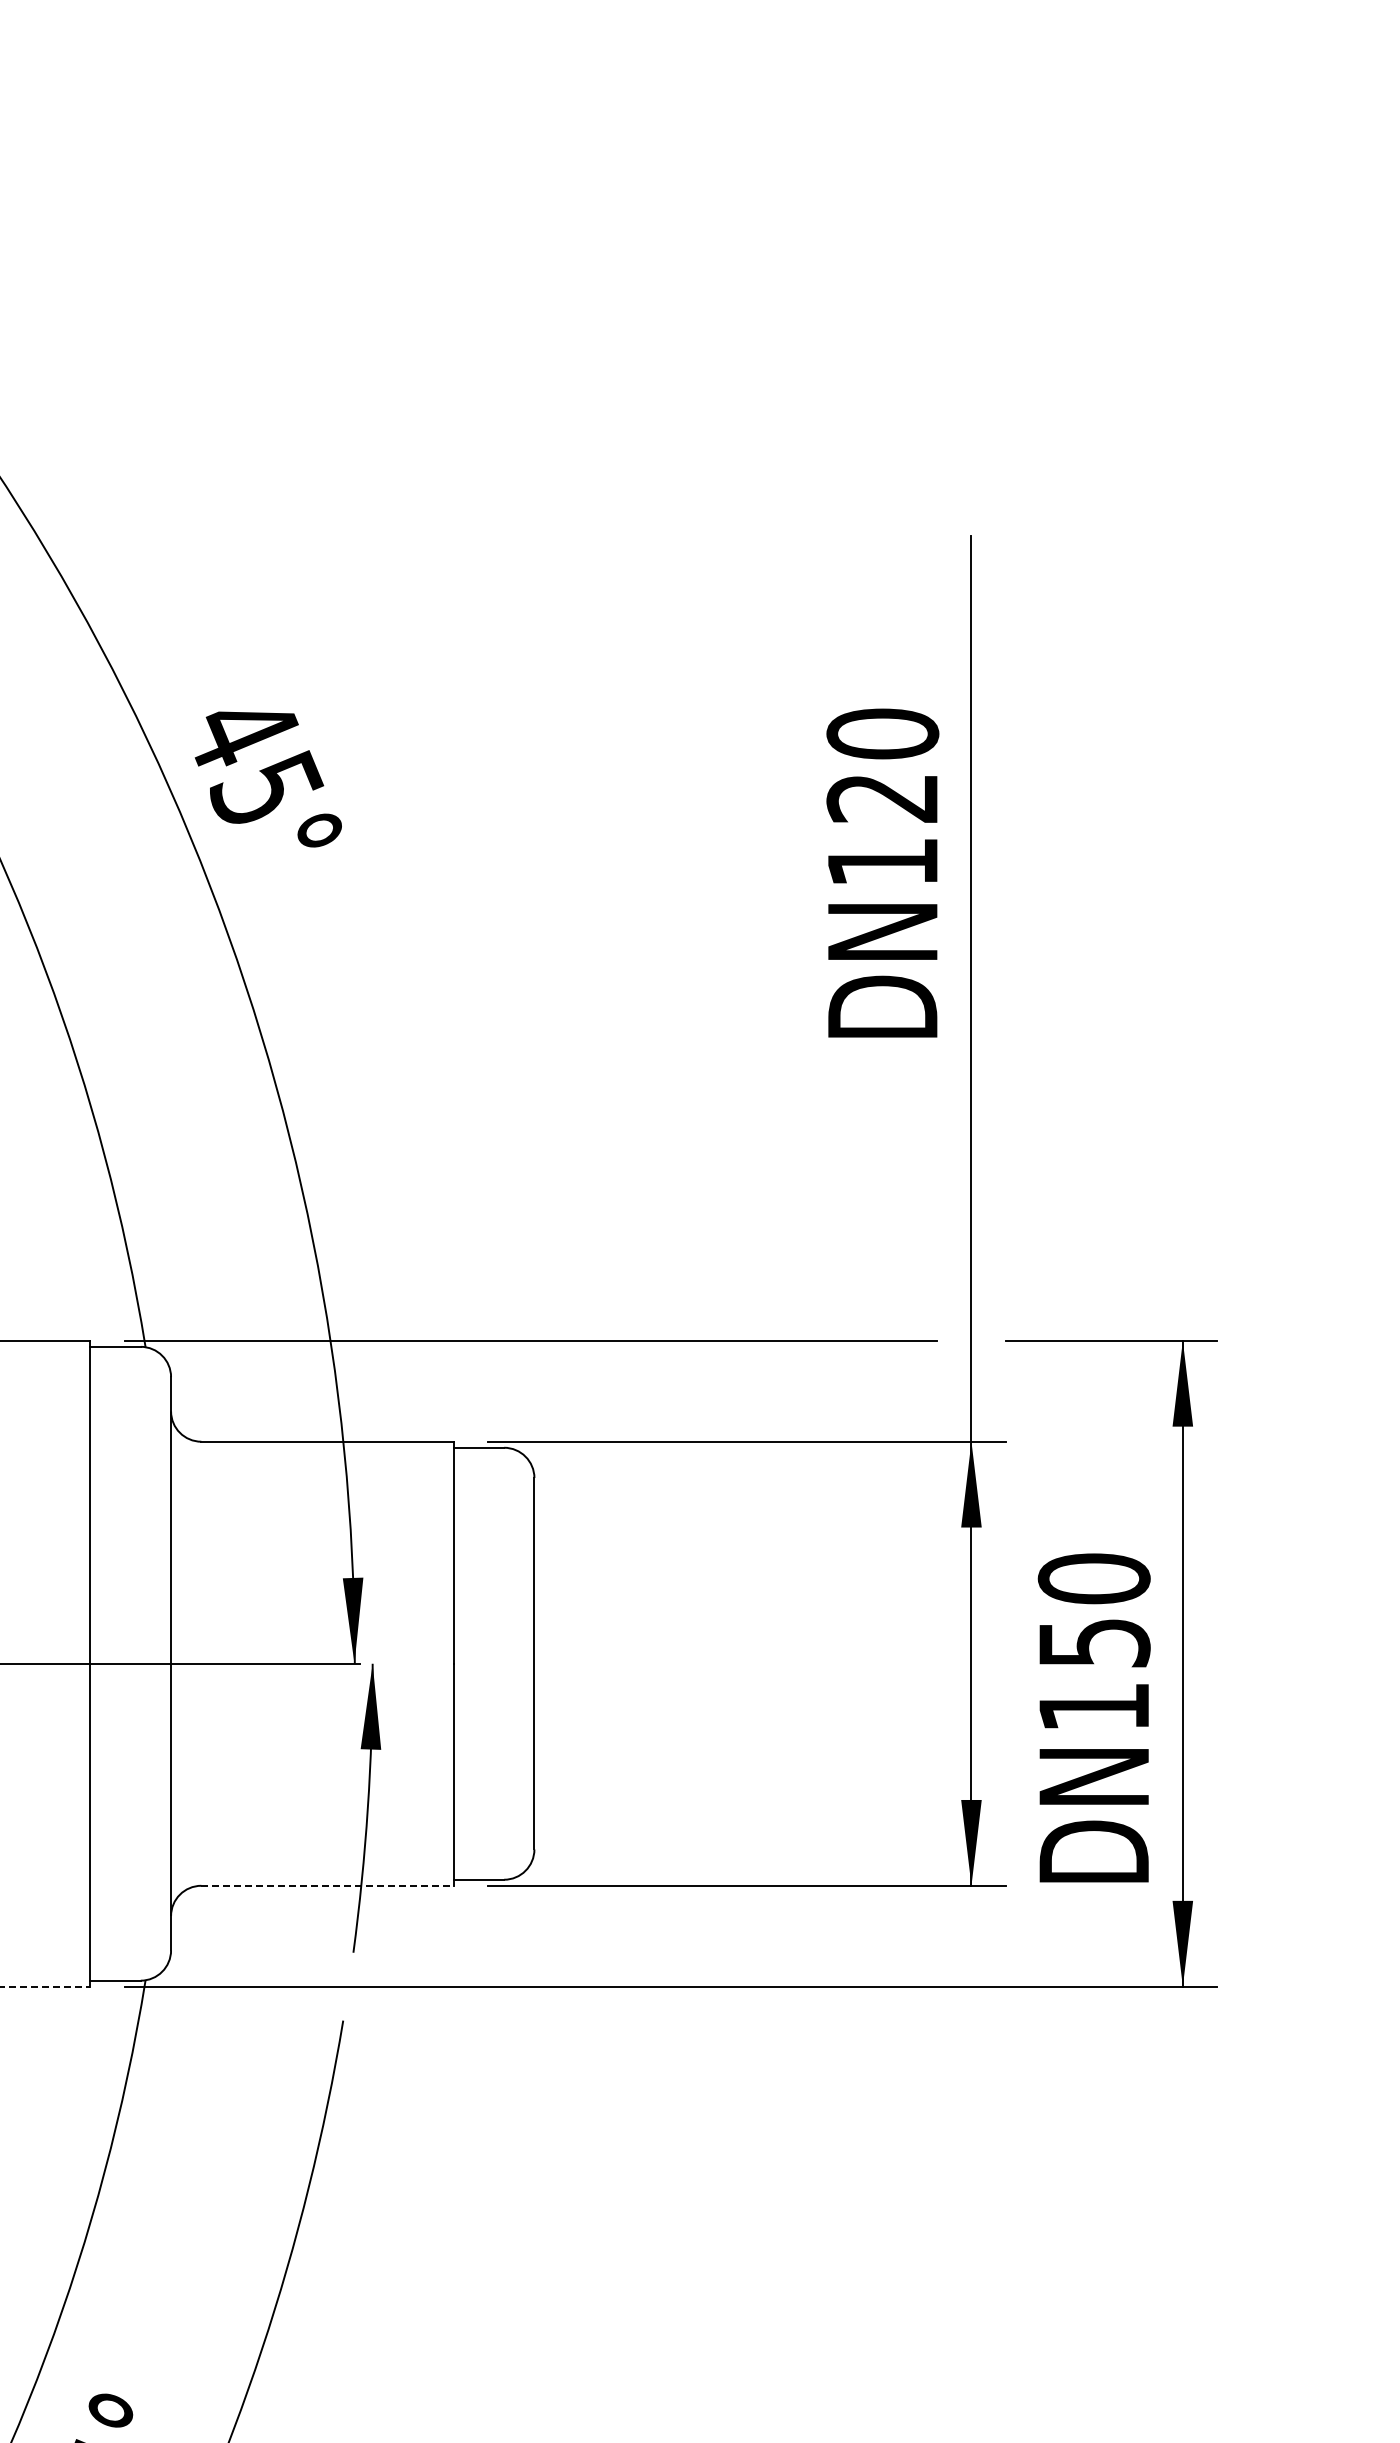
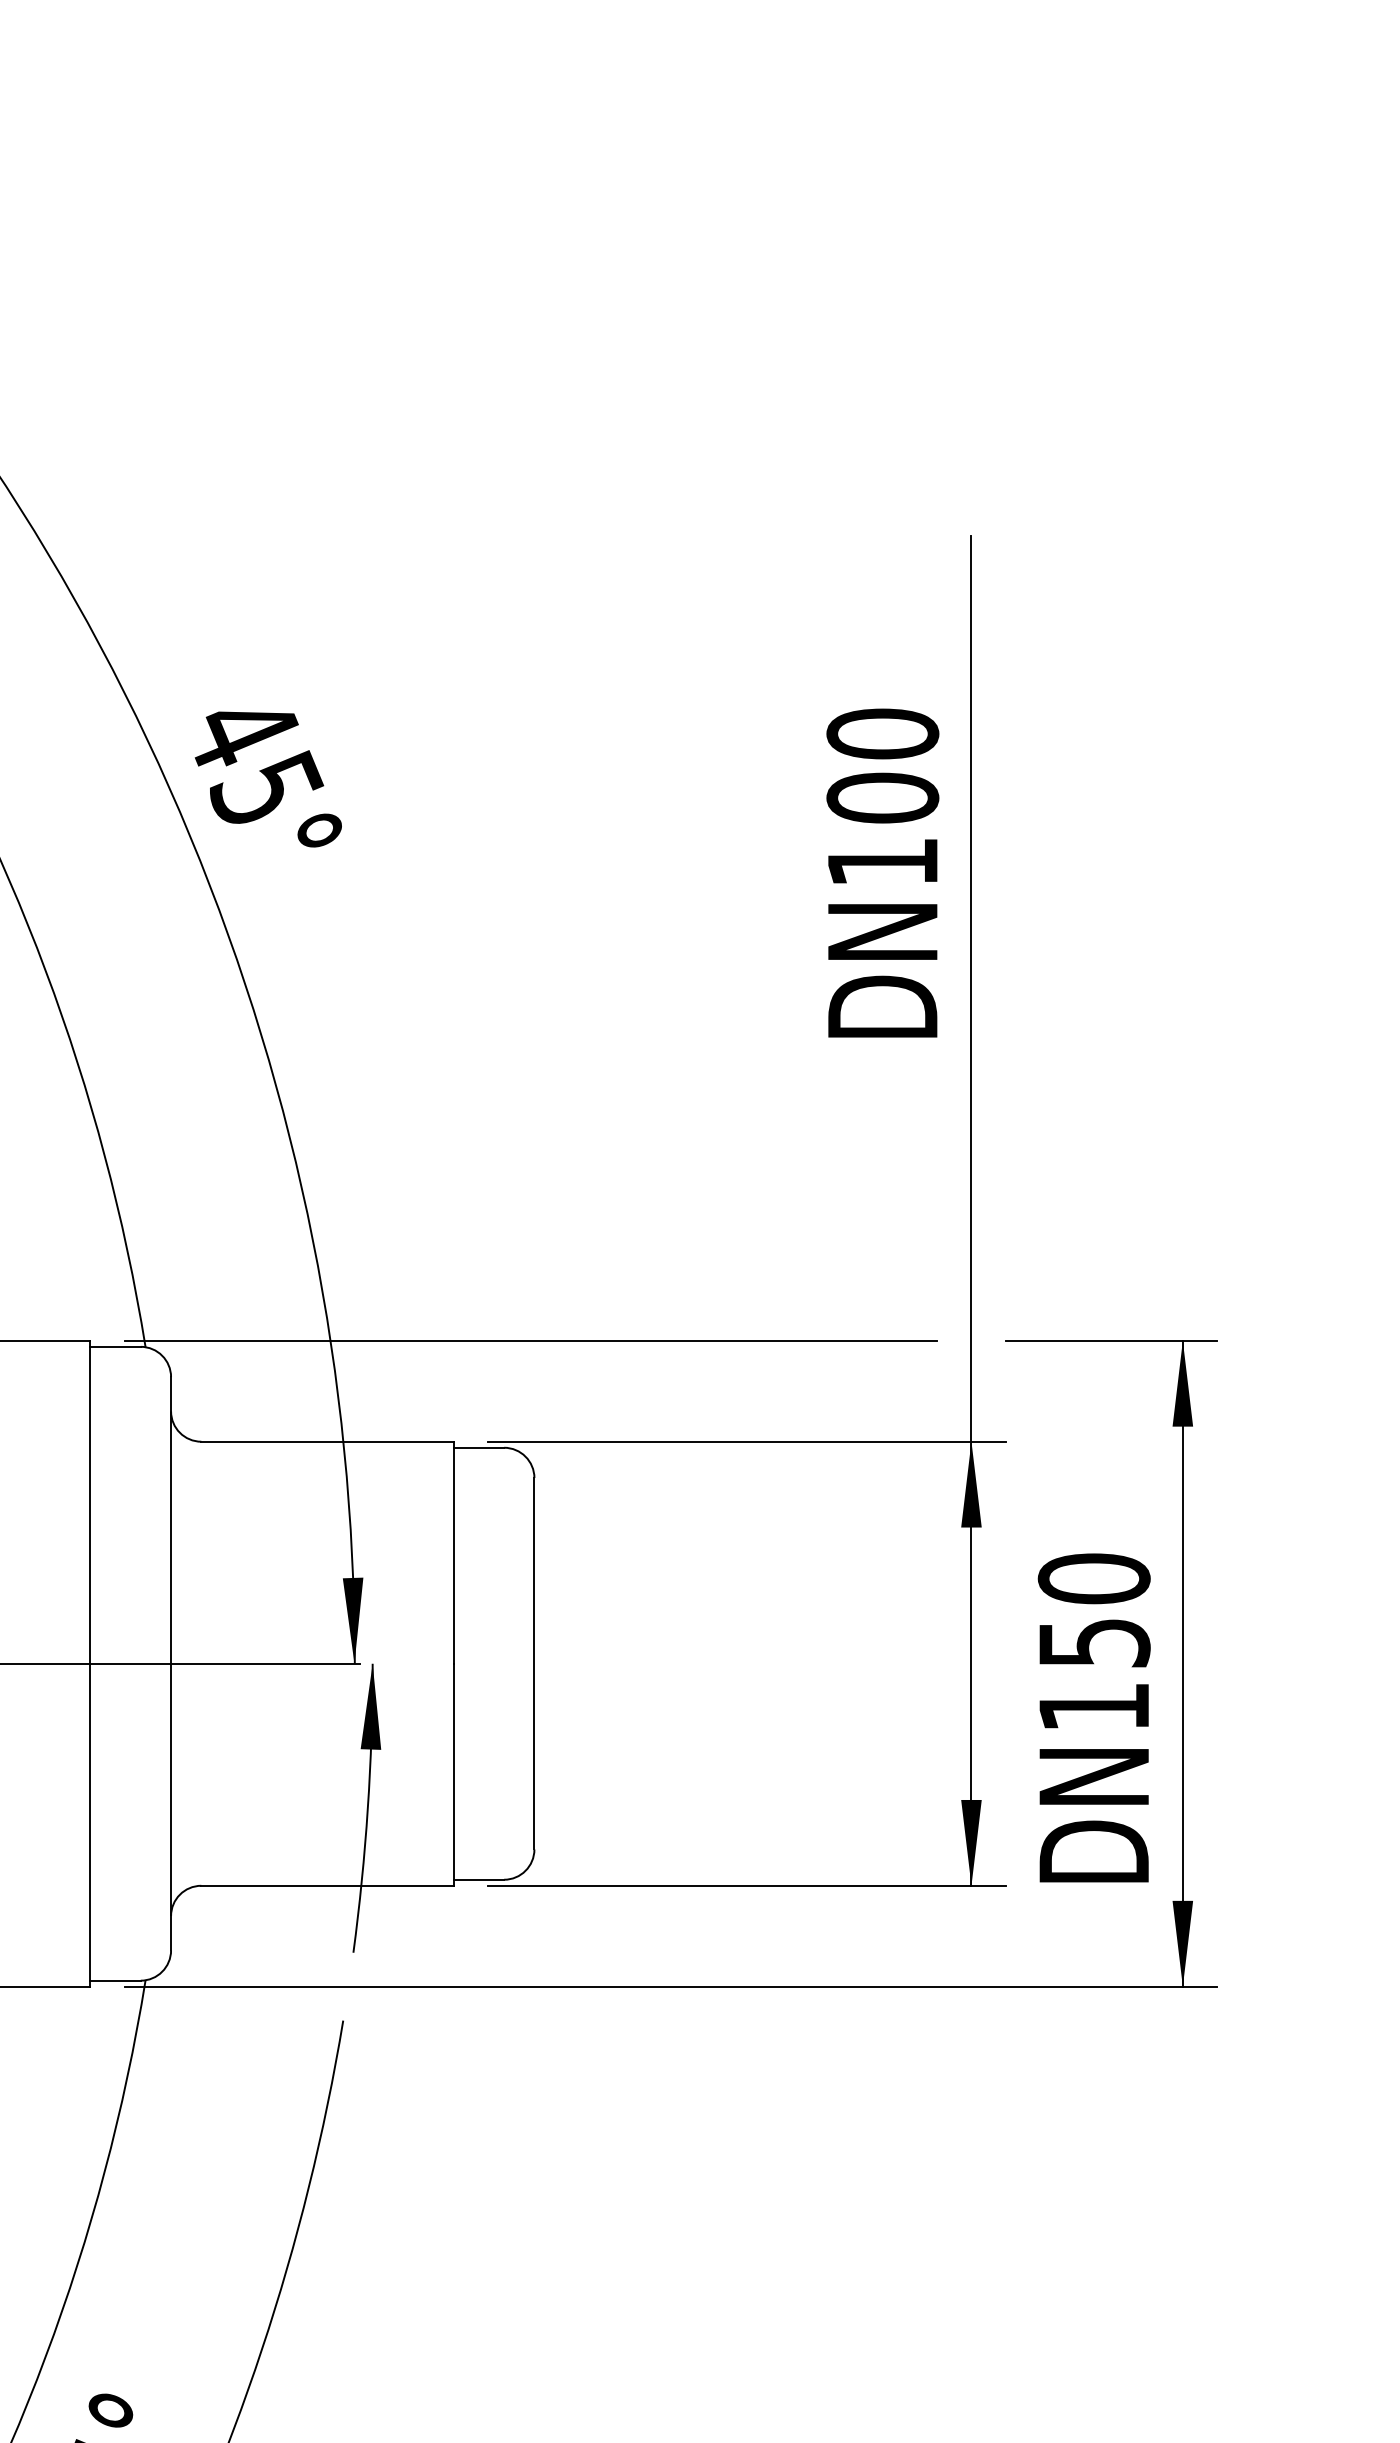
text at (882, 797): DN120 -> DN100
line at (328, 1885): dashed -> solid
line at (45, 1986): dashed -> solid
